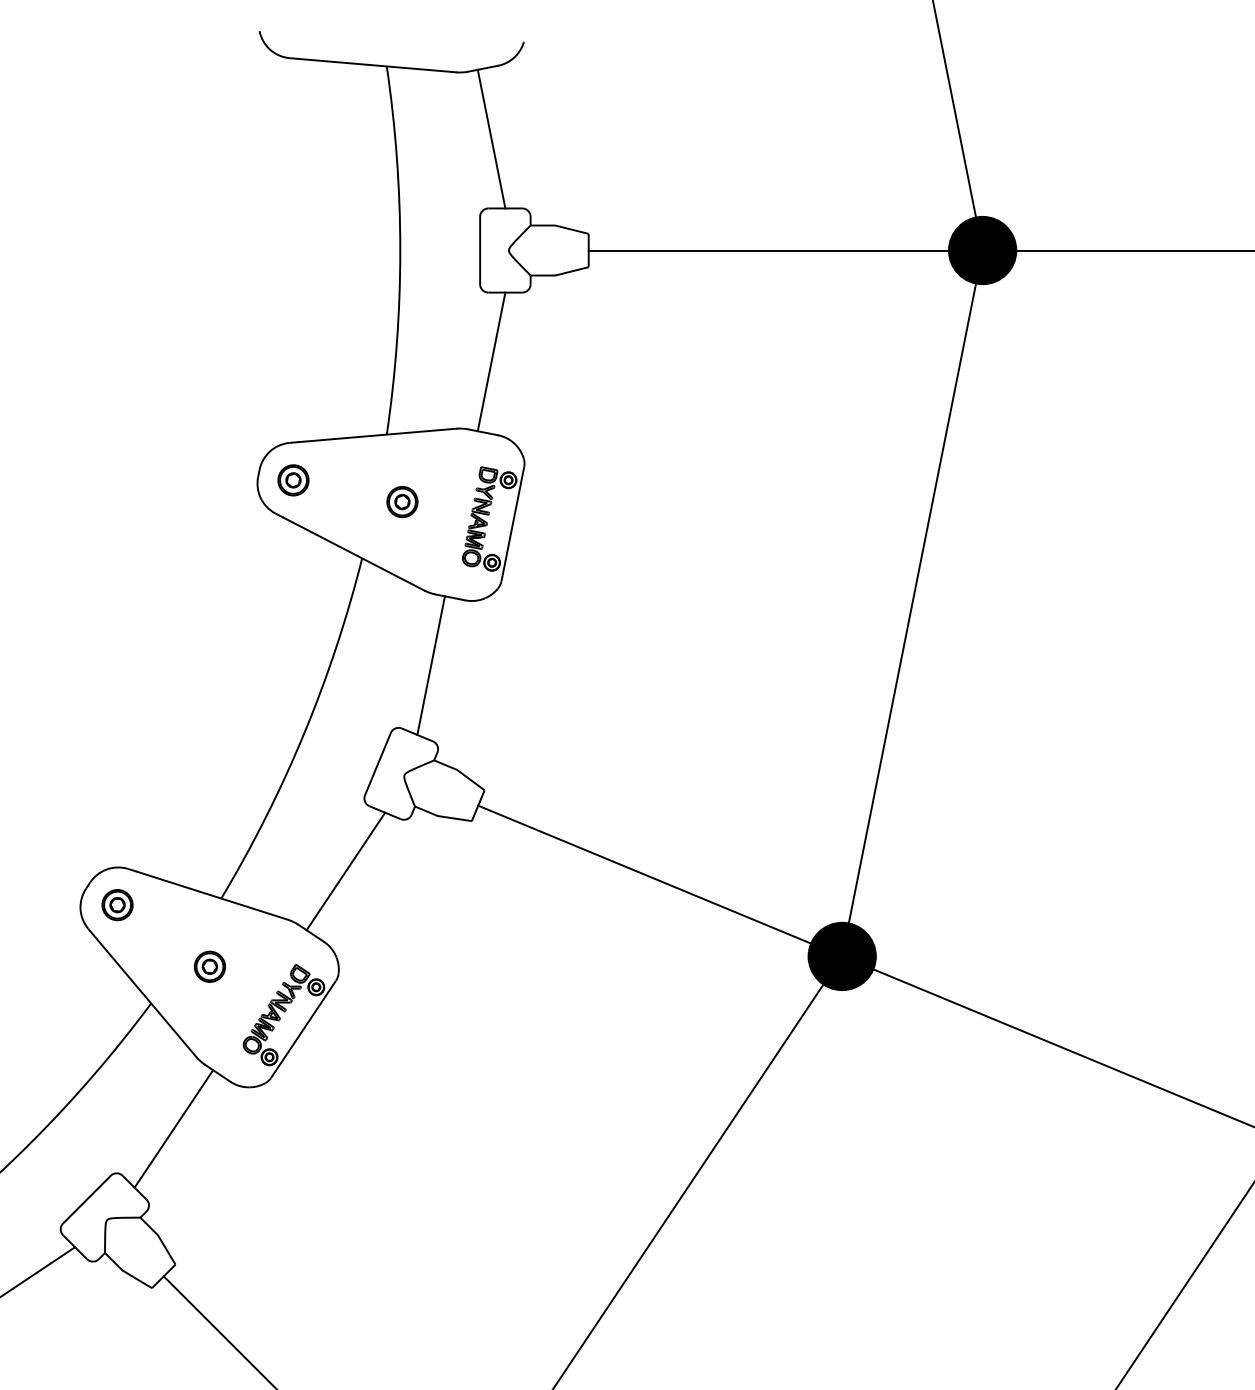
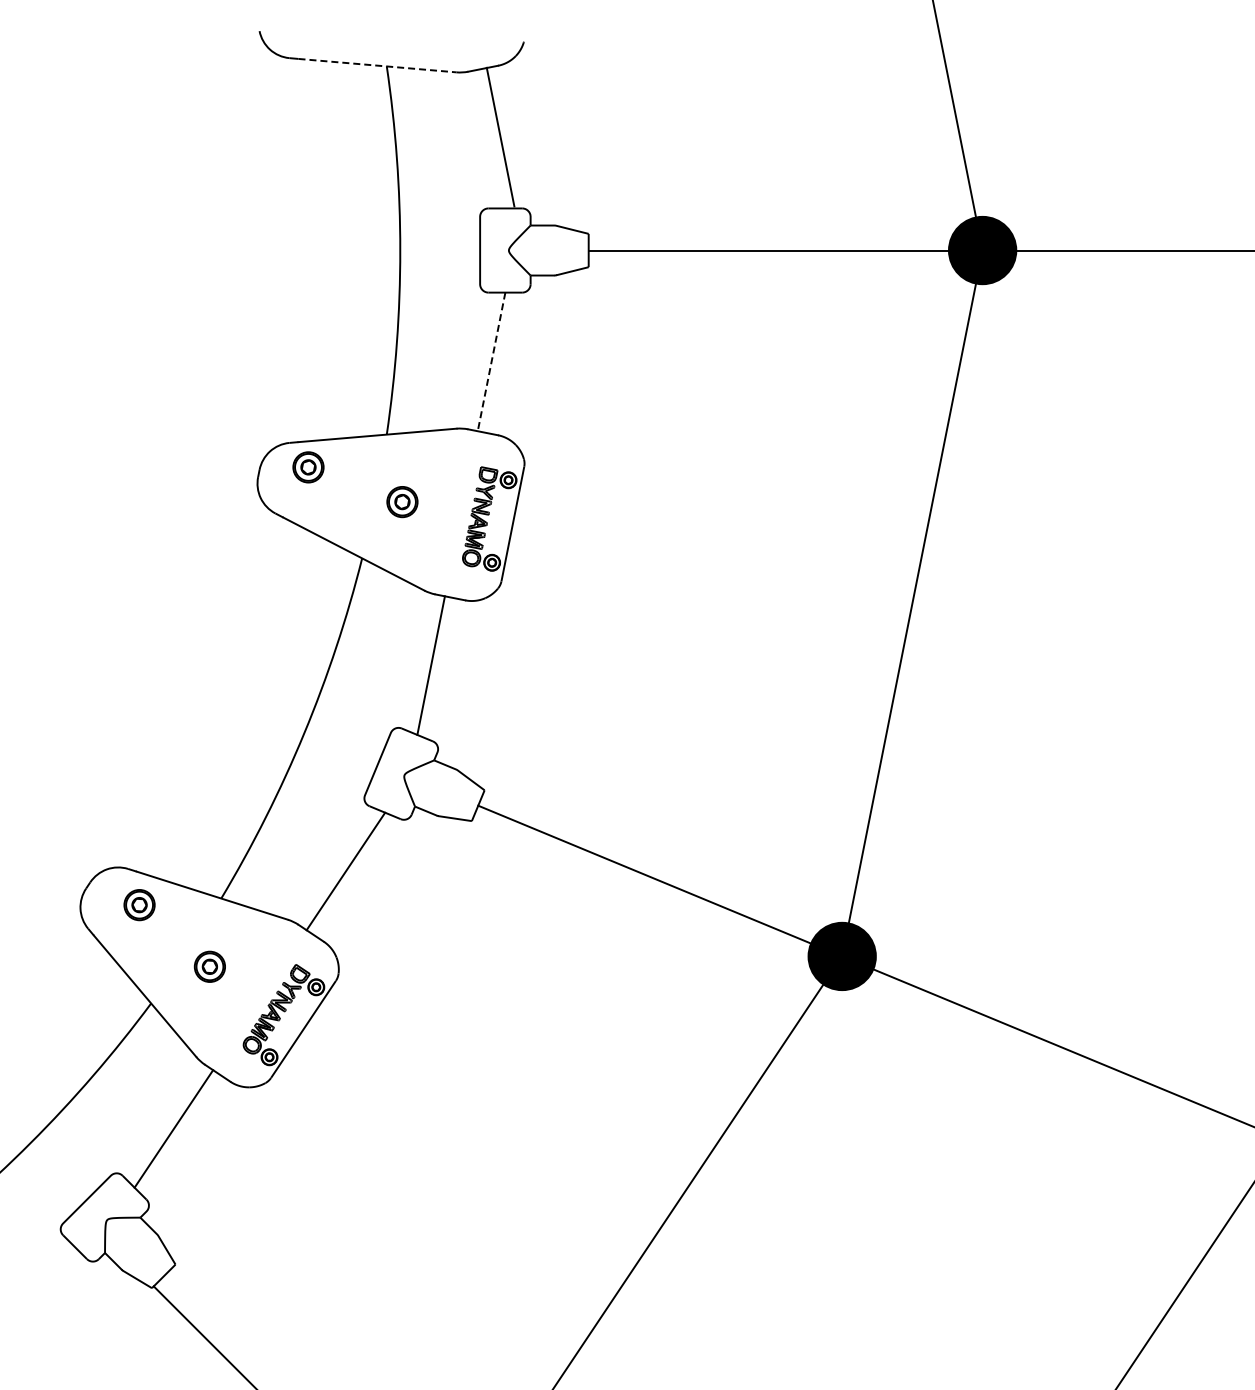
line at (378, 65): solid -> dashed
line at (491, 138) position: (491, 138) -> (500, 136)
line at (491, 361): solid -> dashed
part at (293, 480) position: (293, 480) -> (308, 467)
part at (117, 905) position: (117, 905) -> (139, 905)
line at (38, 1271): present -> none
line at (218, 1331) position: (218, 1331) -> (203, 1336)
